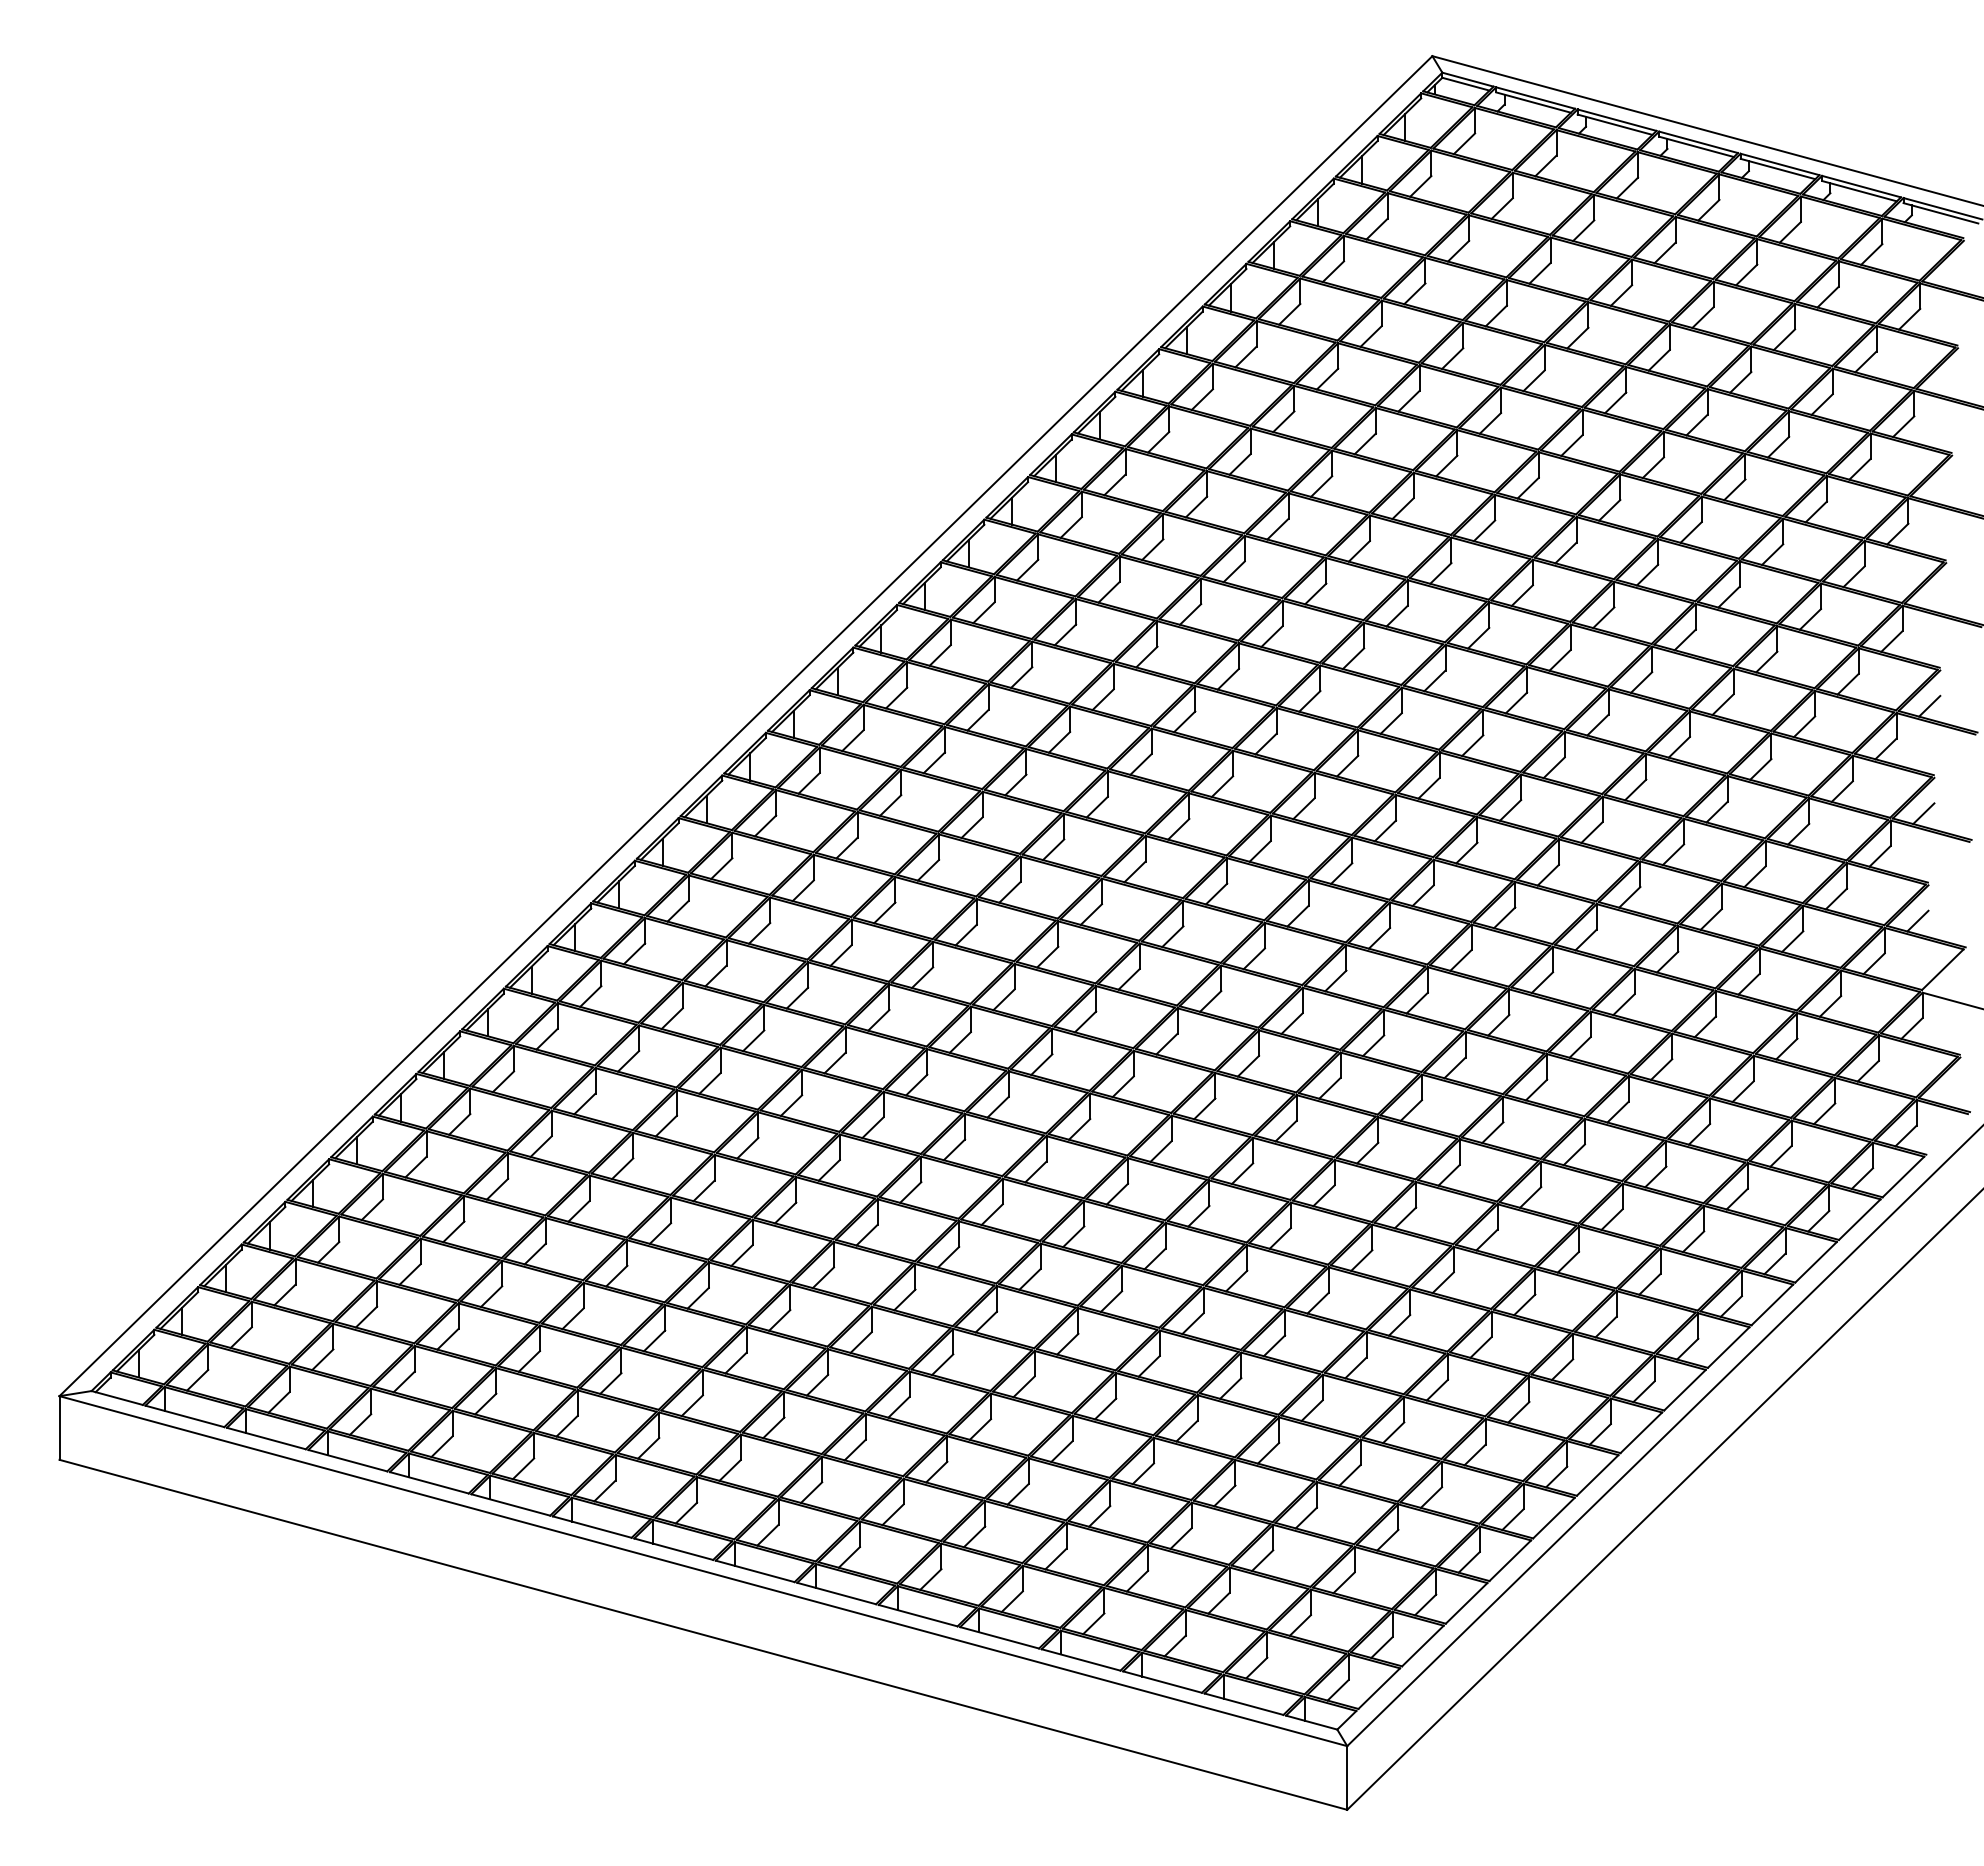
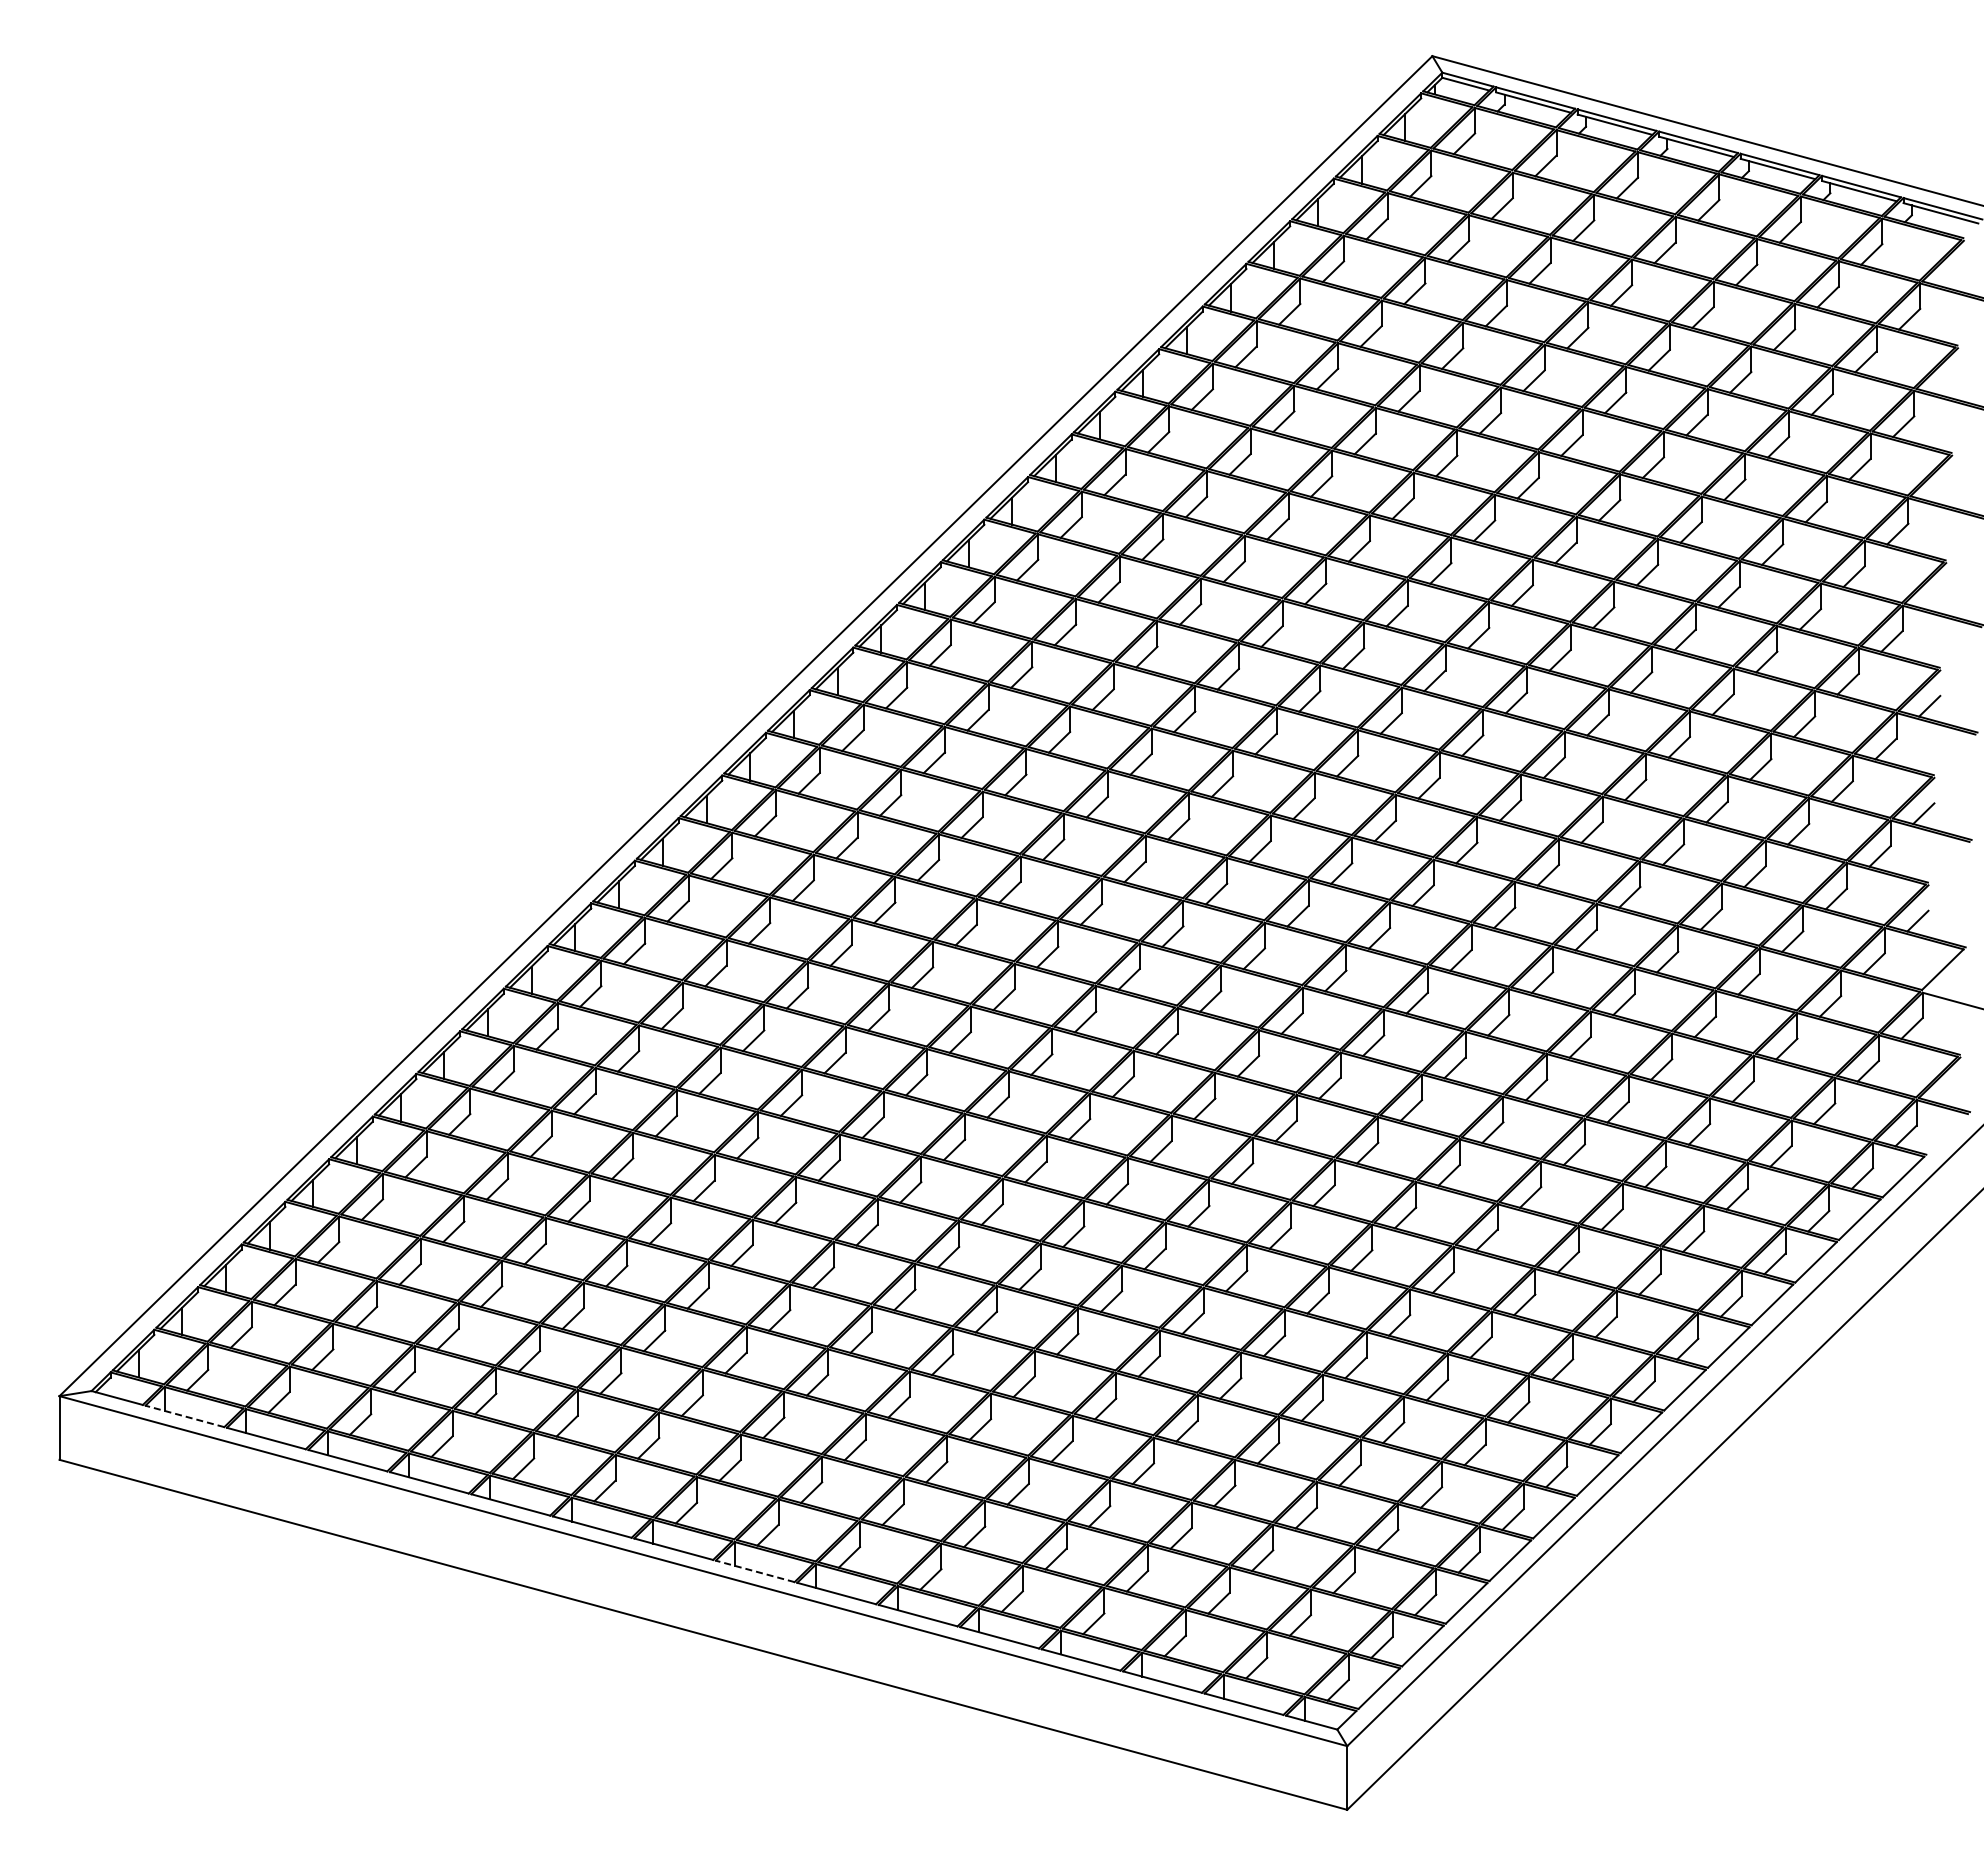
line at (184, 1416): solid -> dashed
line at (755, 1571): solid -> dashed
